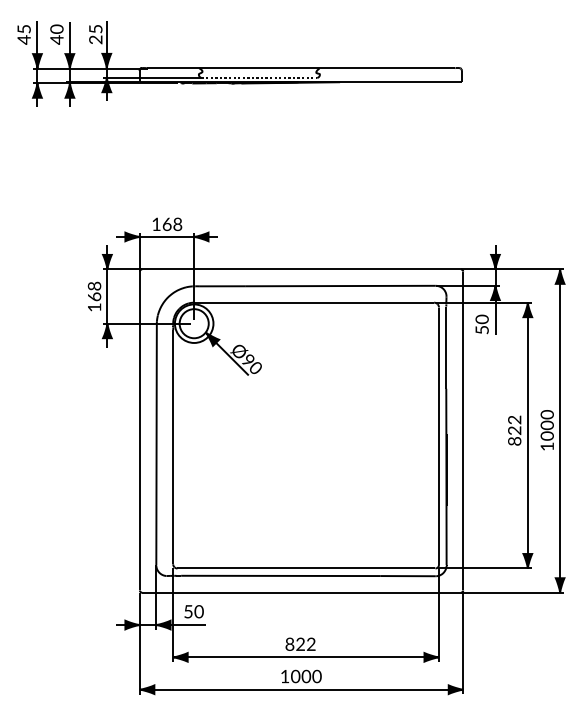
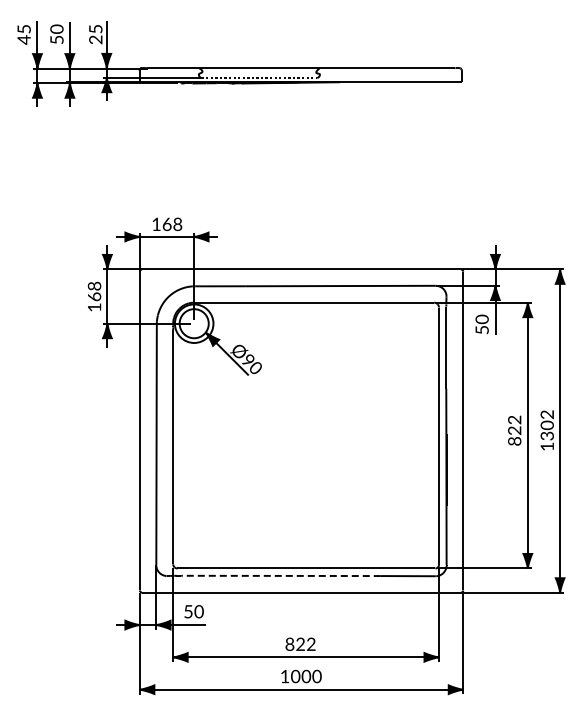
text at (56, 39): 40 -> 50
text at (547, 425): 1000 -> 1302
line at (280, 575): solid -> dashed
